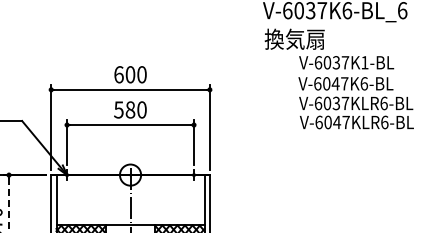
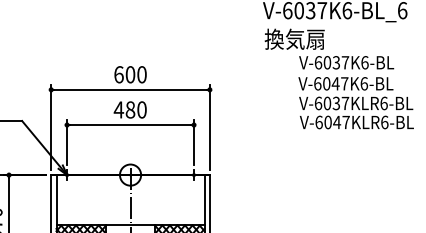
text at (364, 62): V-6037K1-BL -> V-6037K6-BL
text at (118, 109): 580 -> 480
line at (9, 206): dashed -> solid
